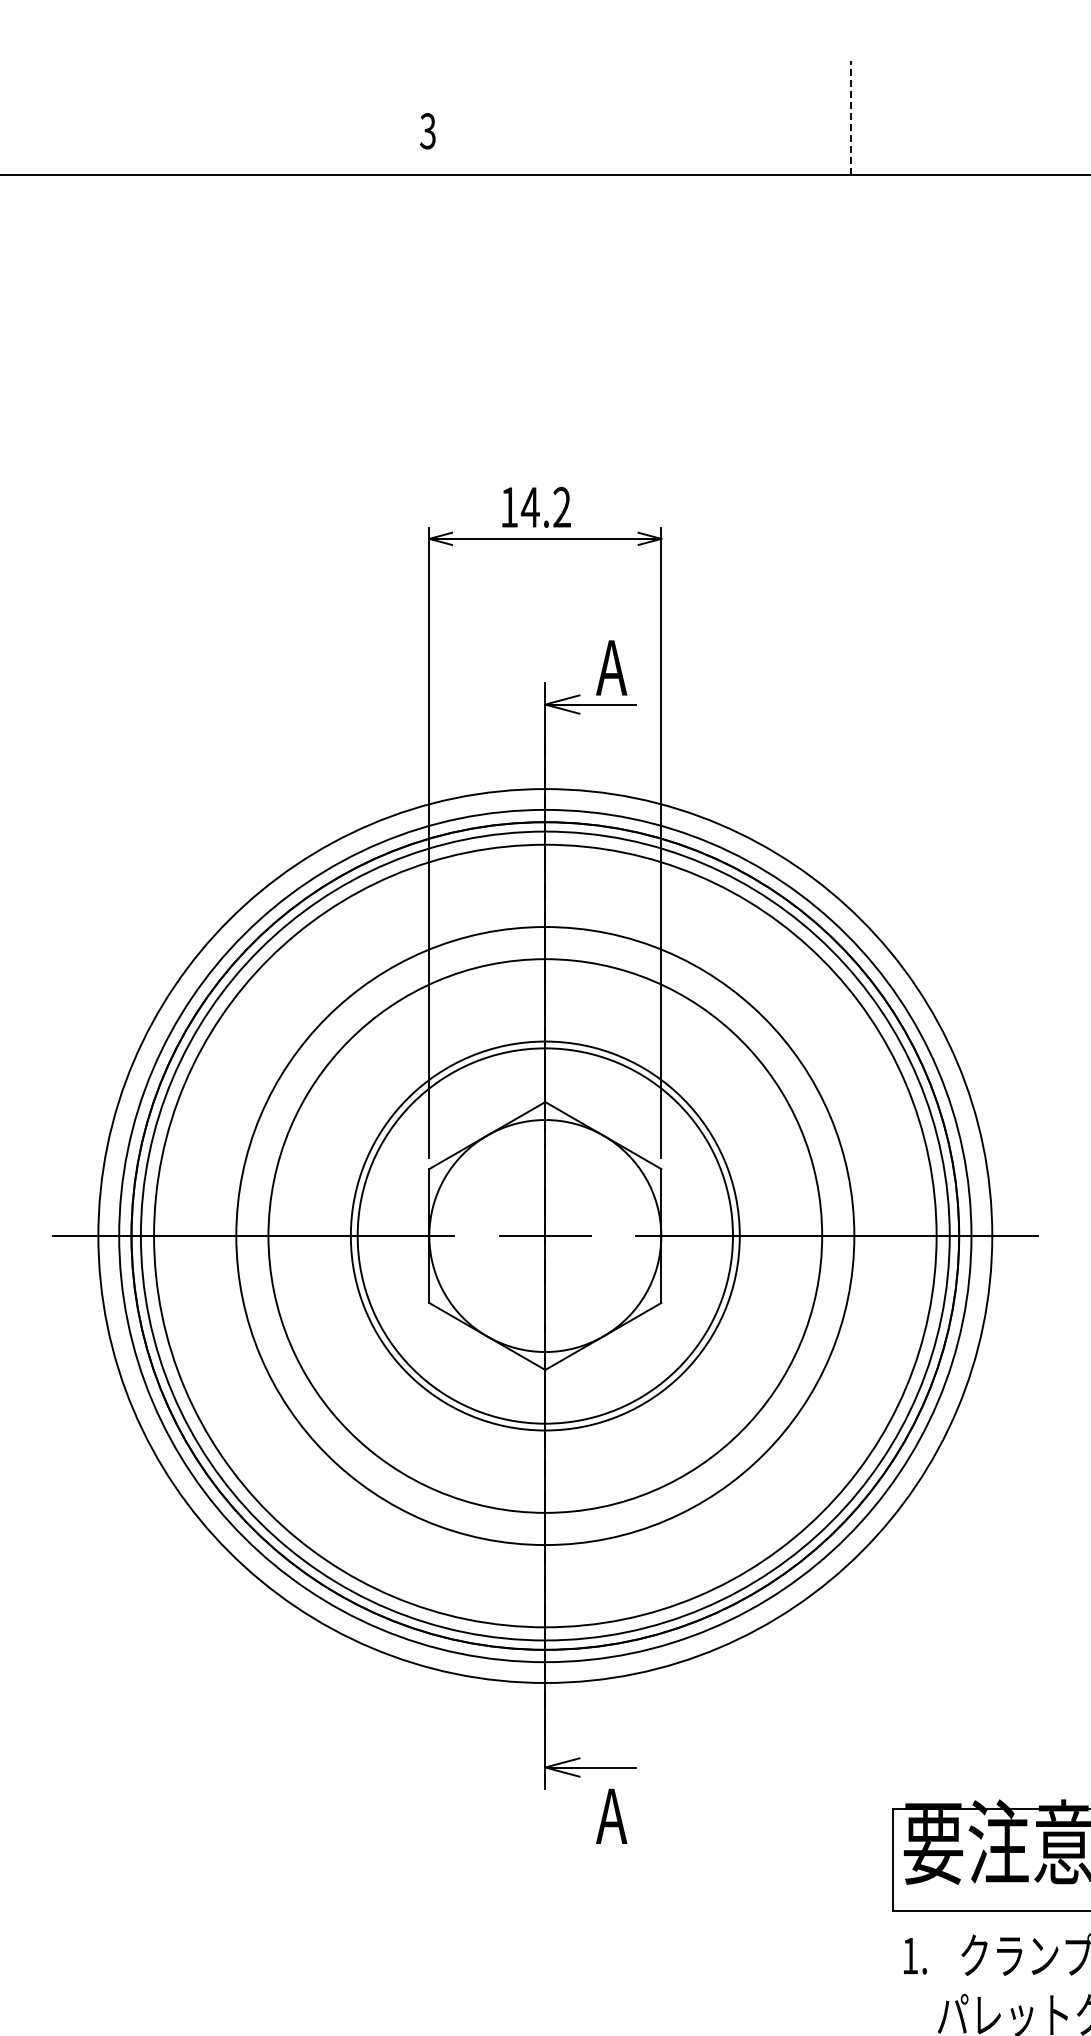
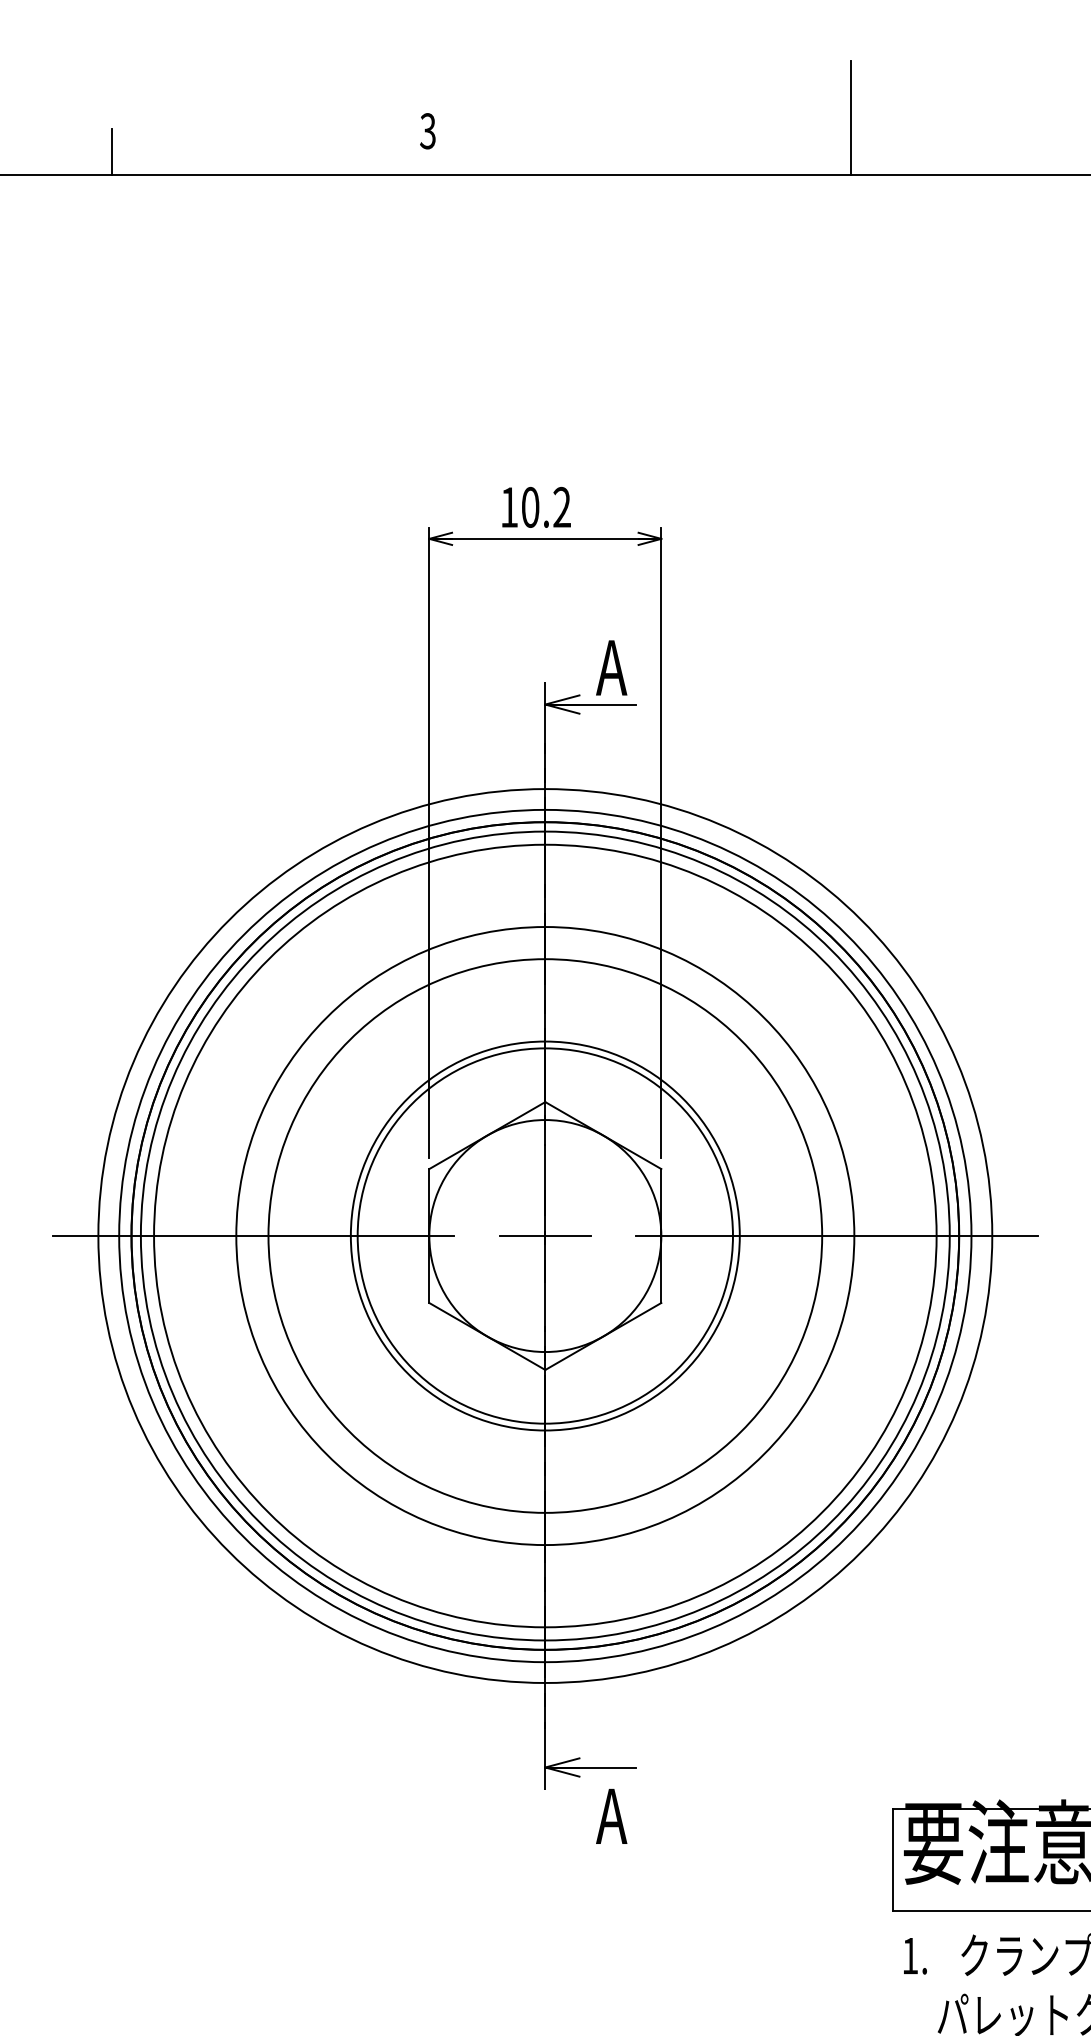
line at (851, 117): dashed -> solid
line at (111, 151): none -> present
text at (529, 506): 14.2 -> 10.2
